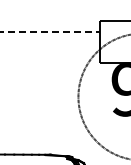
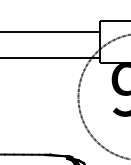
line at (50, 31): dashed -> solid
line at (50, 57): none -> present
